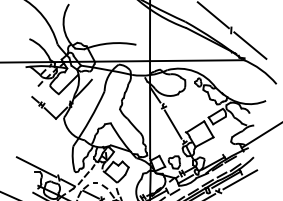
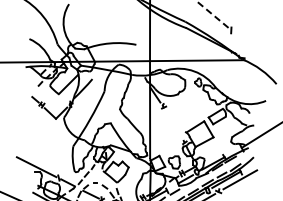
line at (213, 15): solid -> dashed
line at (250, 45): present -> none
line at (172, 124): present -> none
